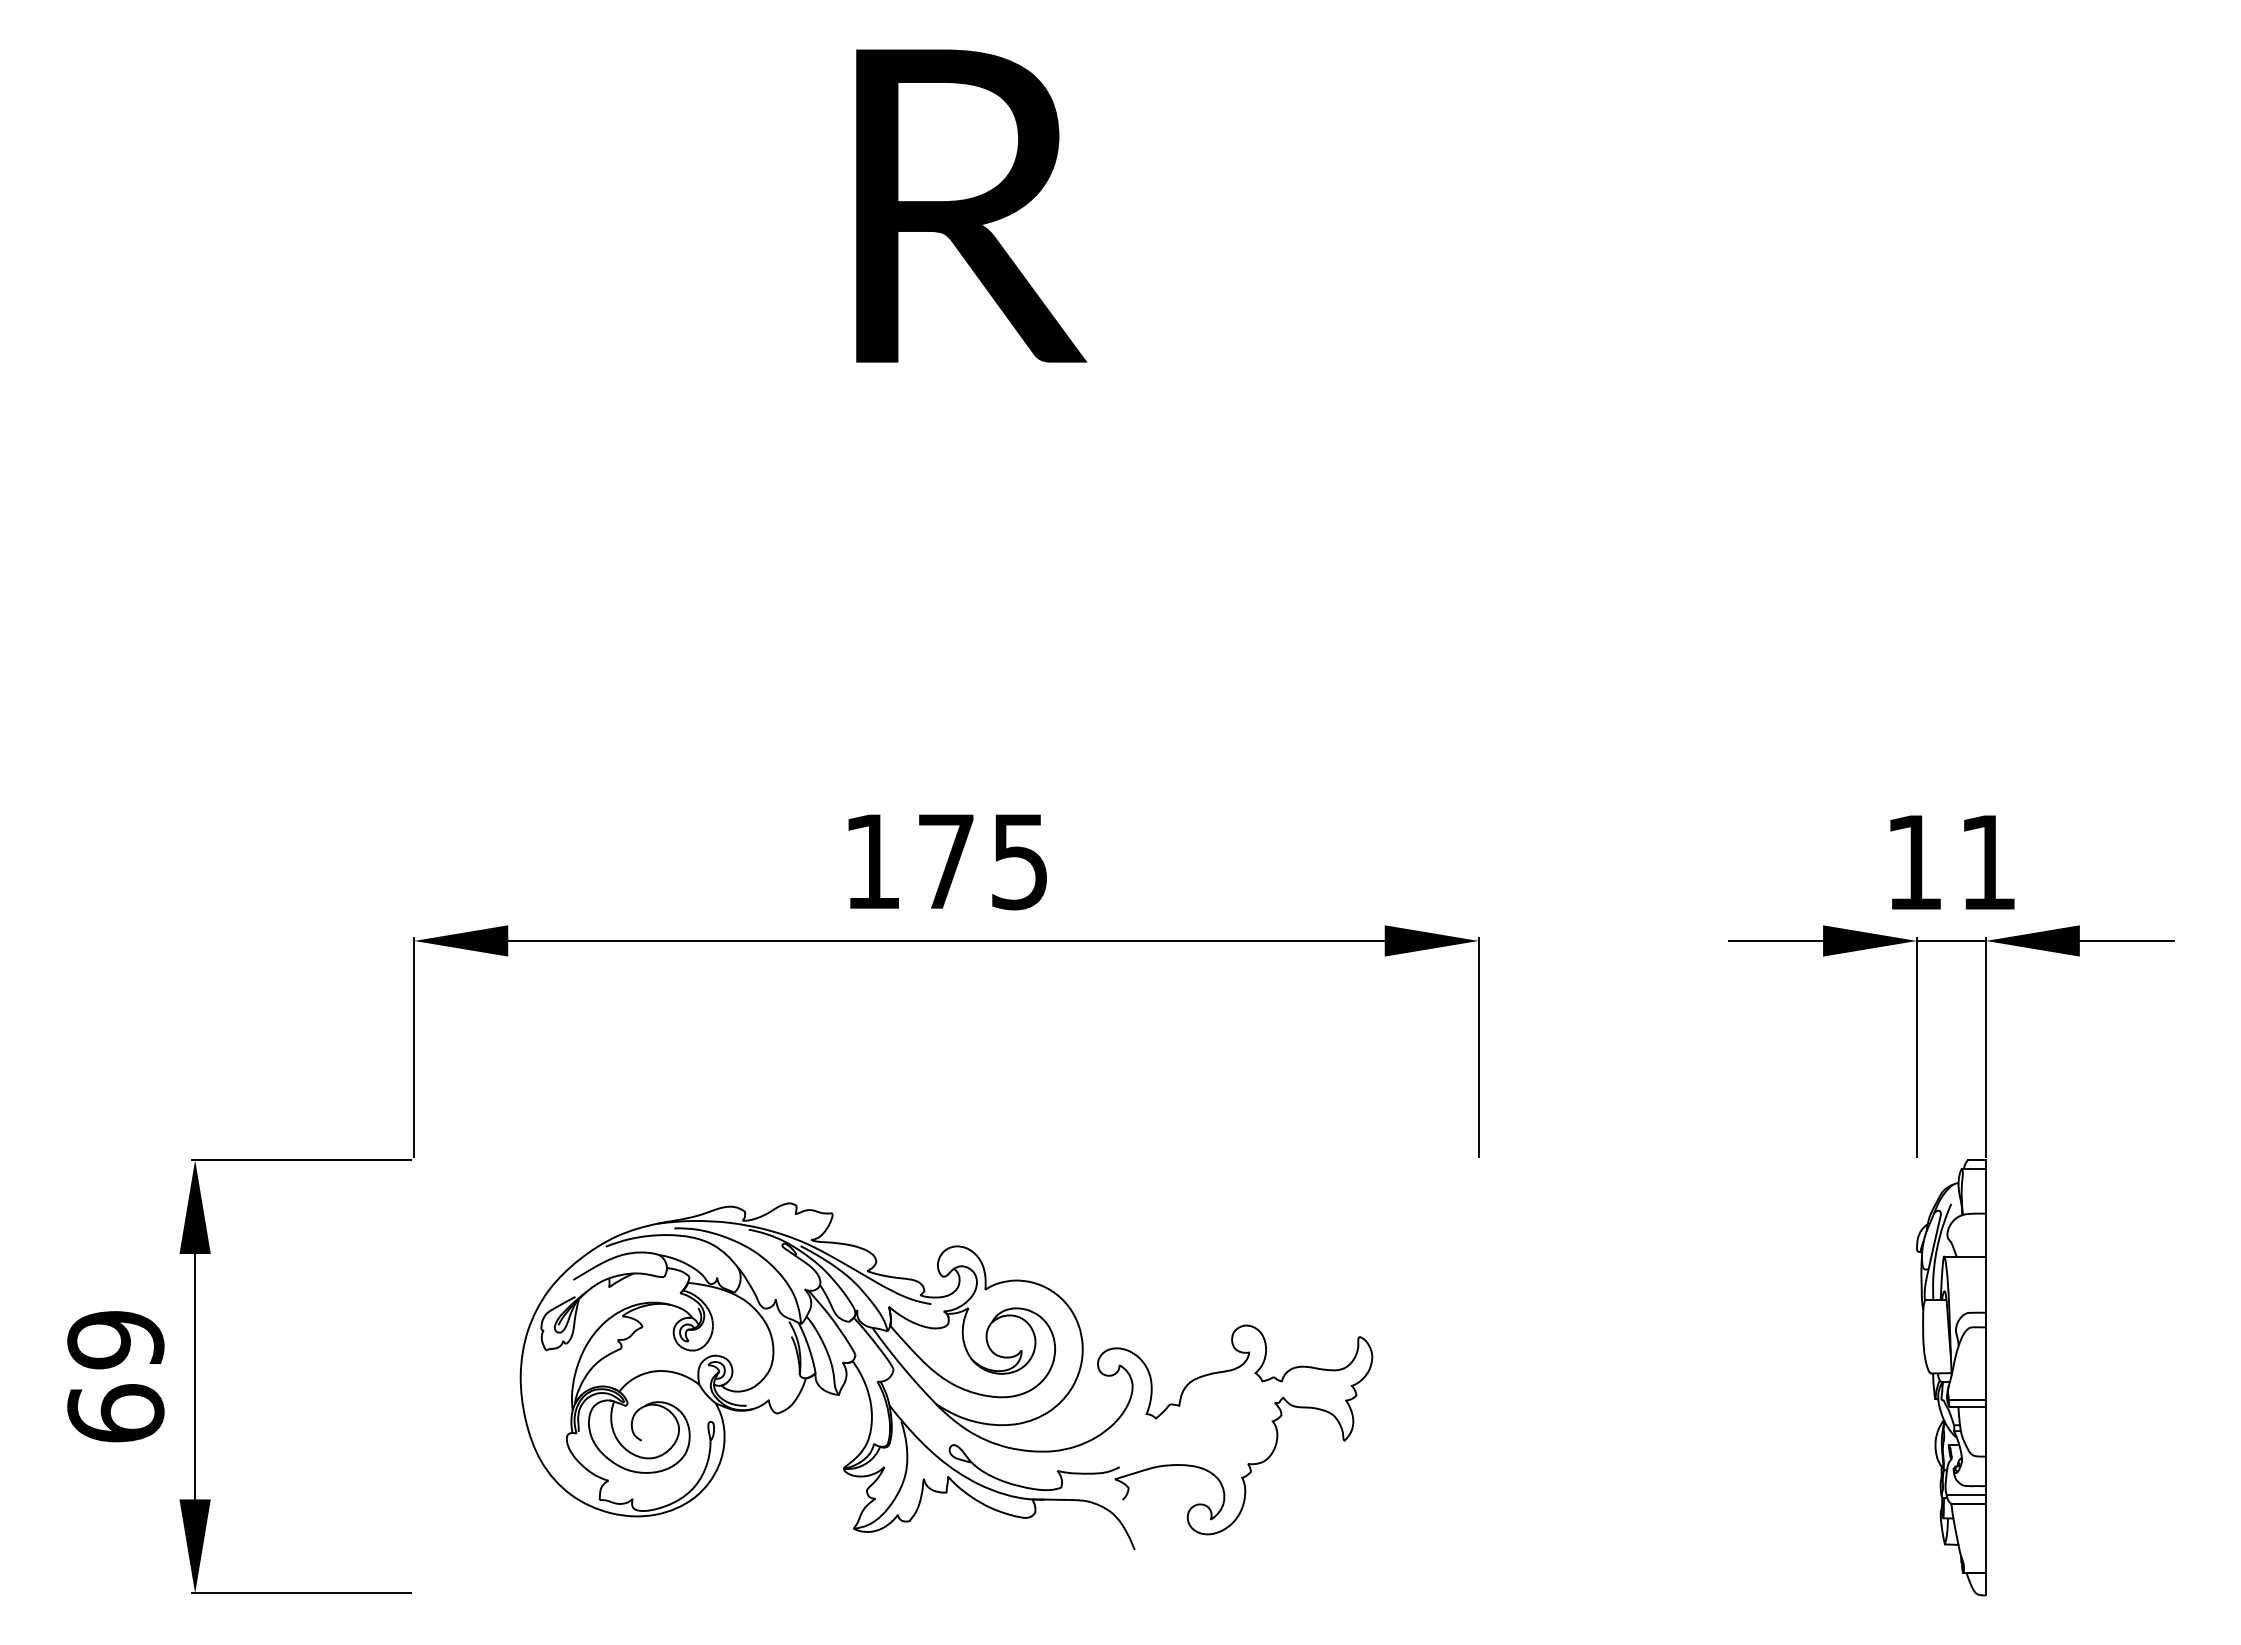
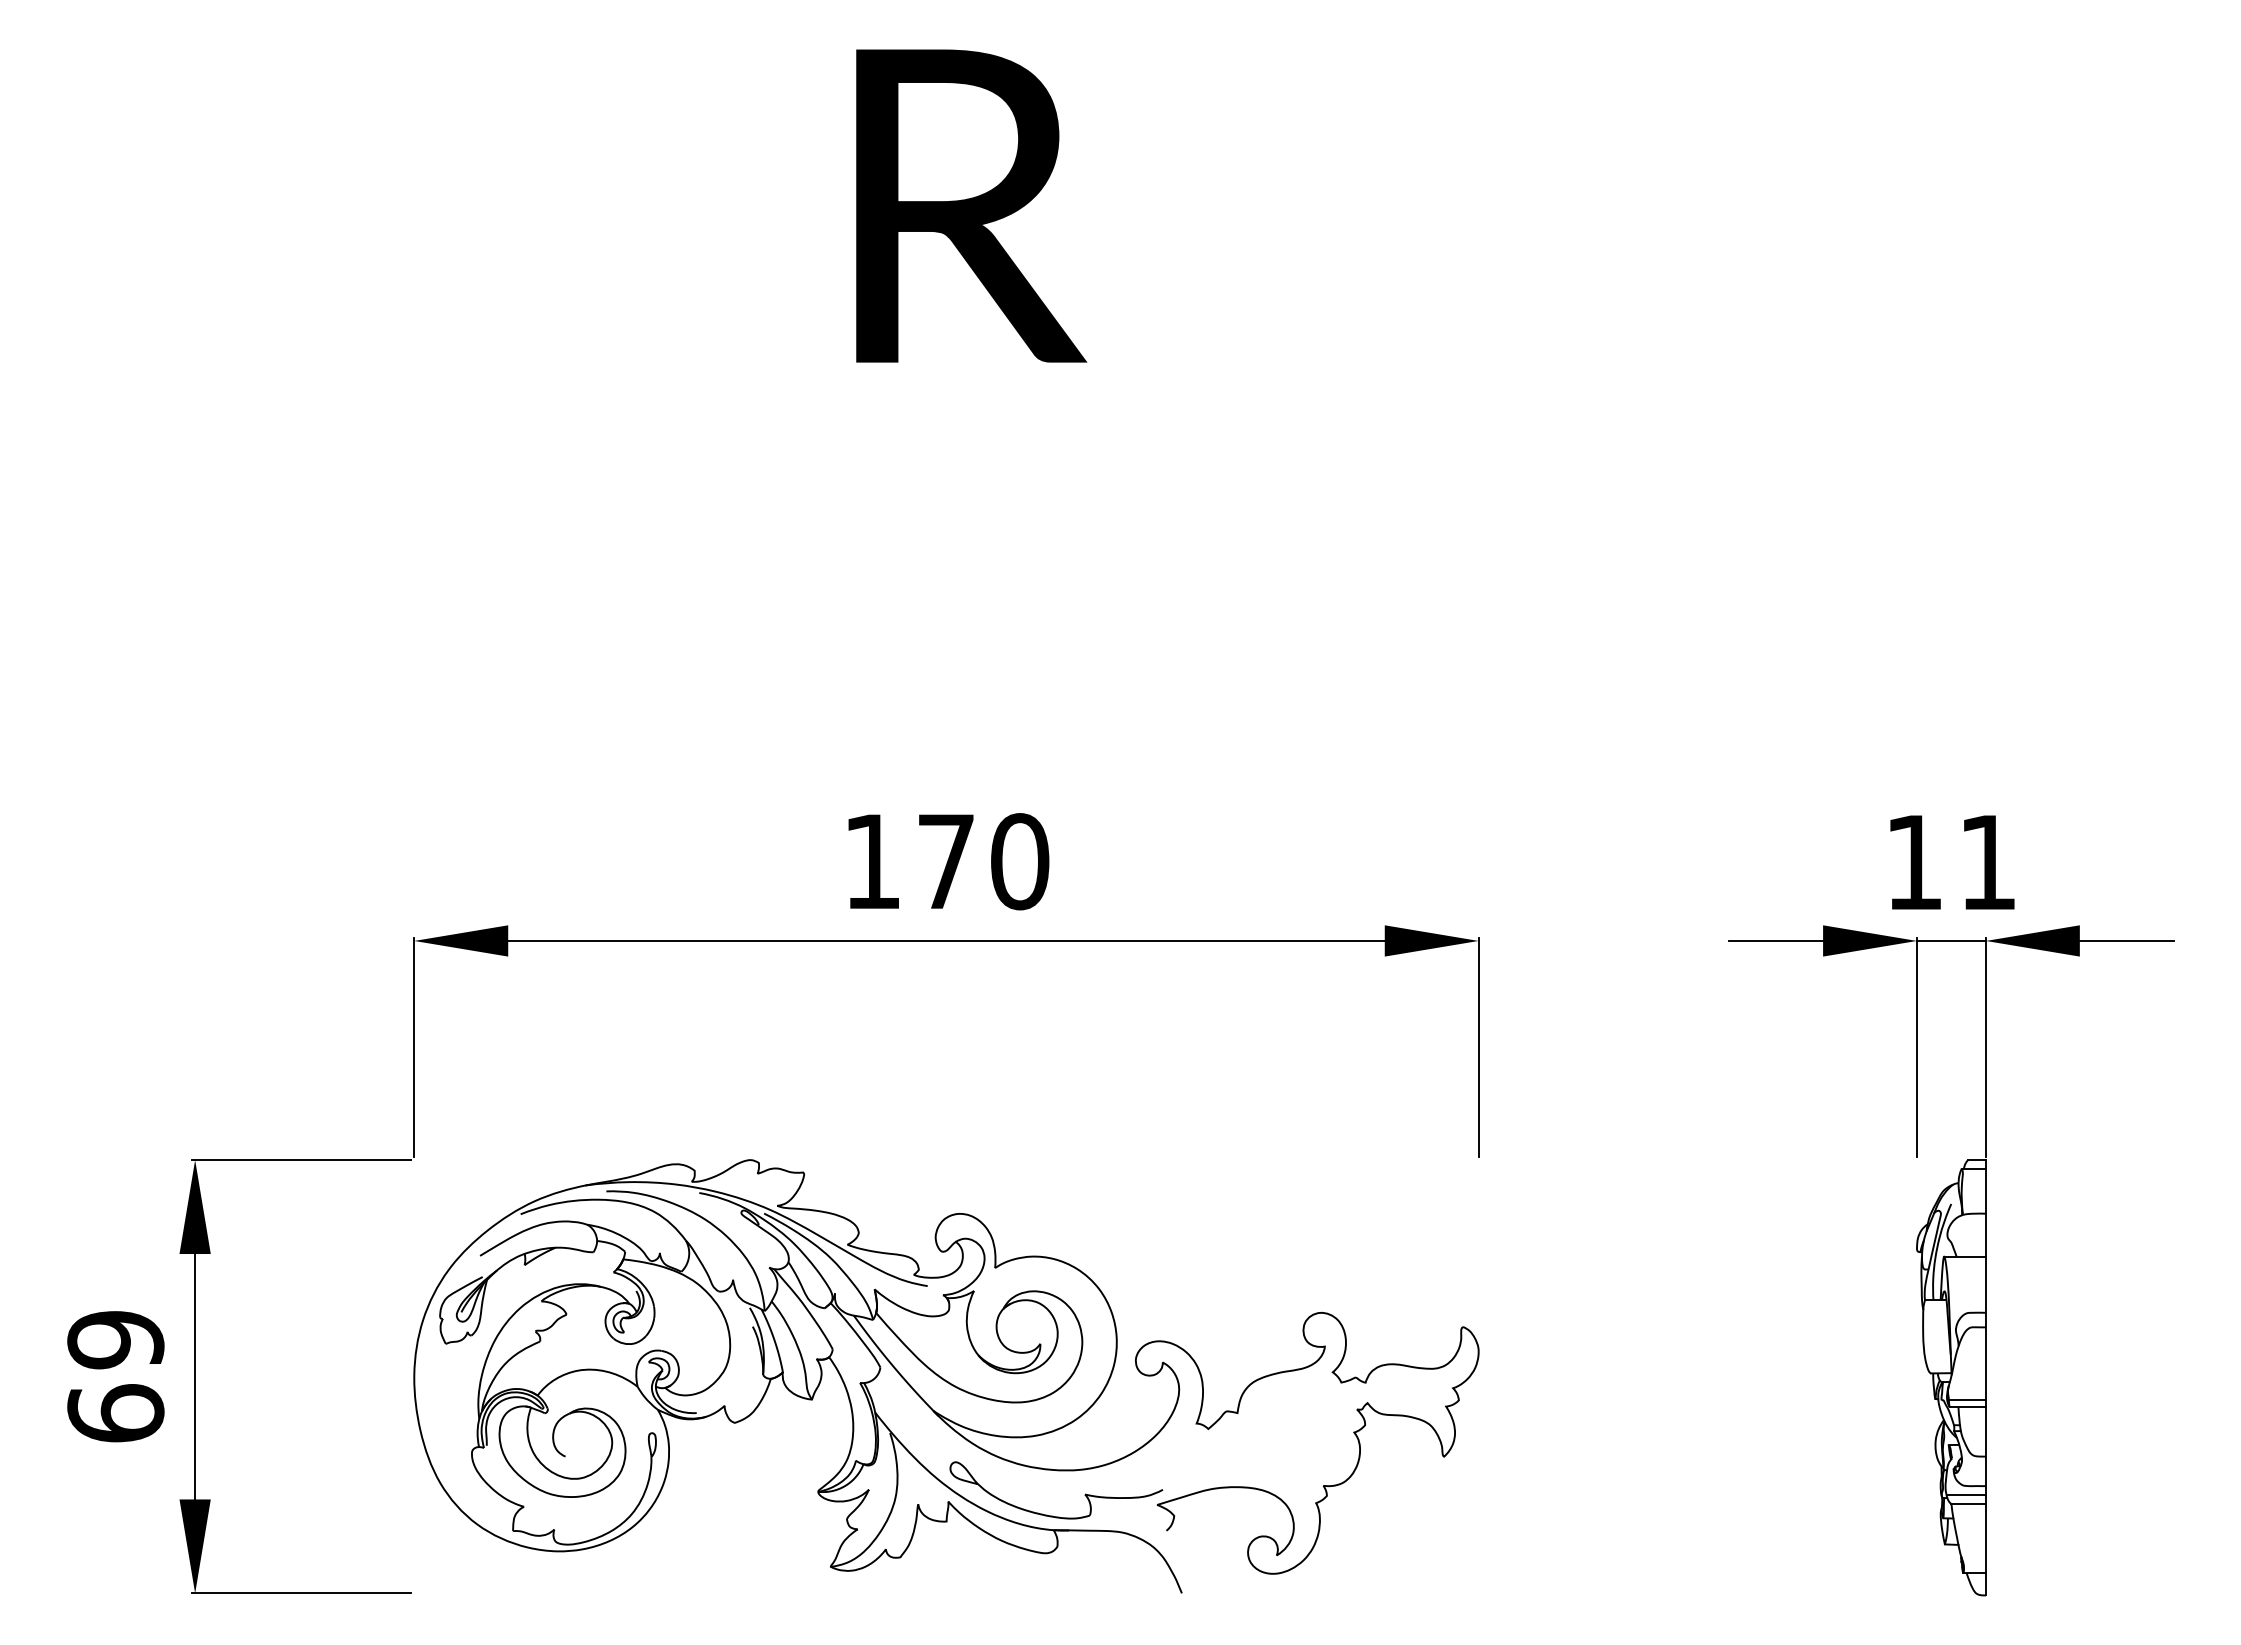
text at (1020, 861): 175 -> 170
part at (946, 1376) size: 855x349 px -> 1067x435 px
